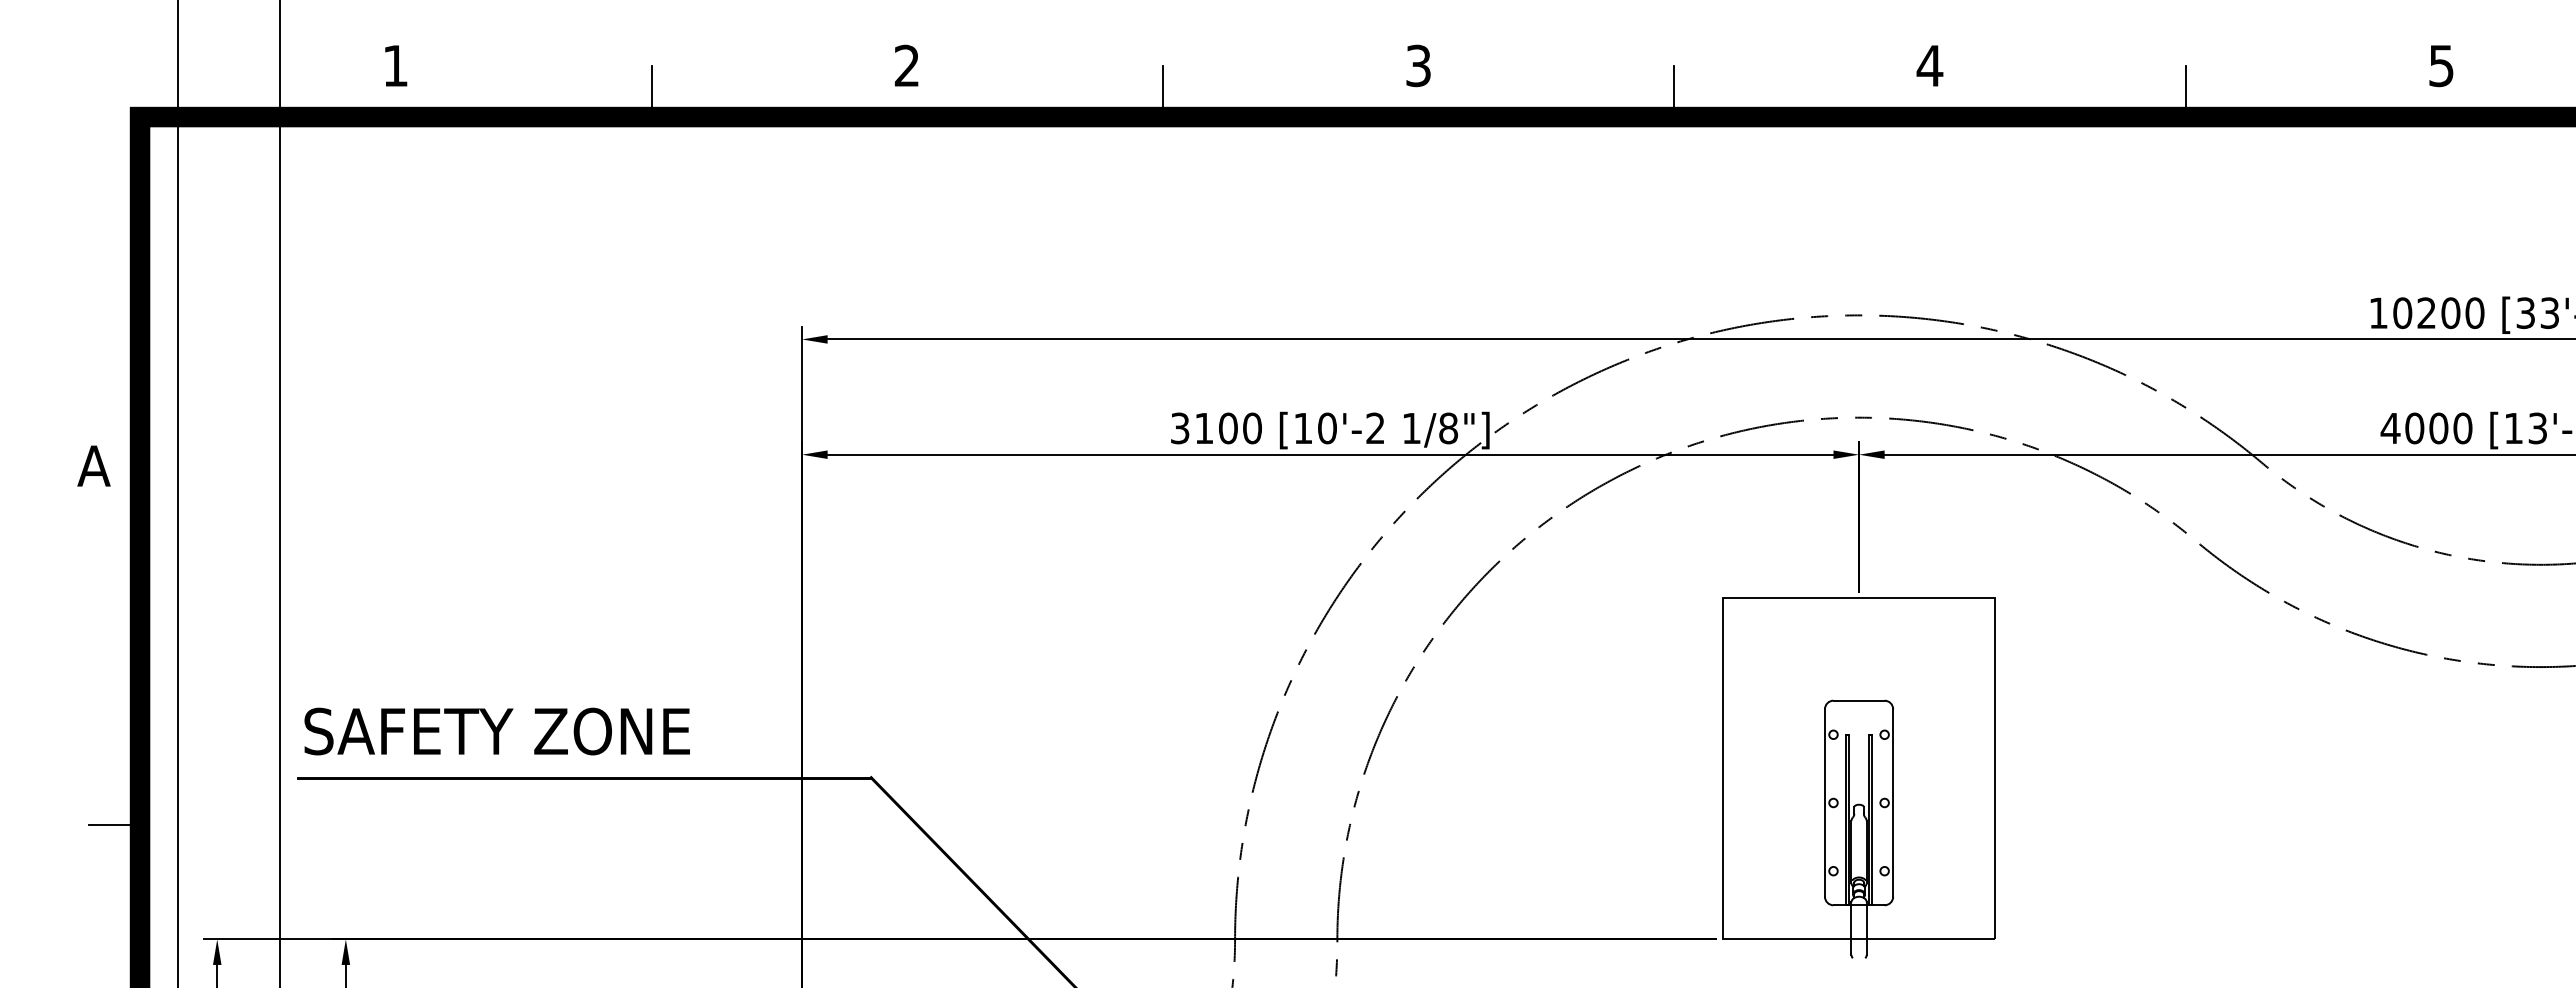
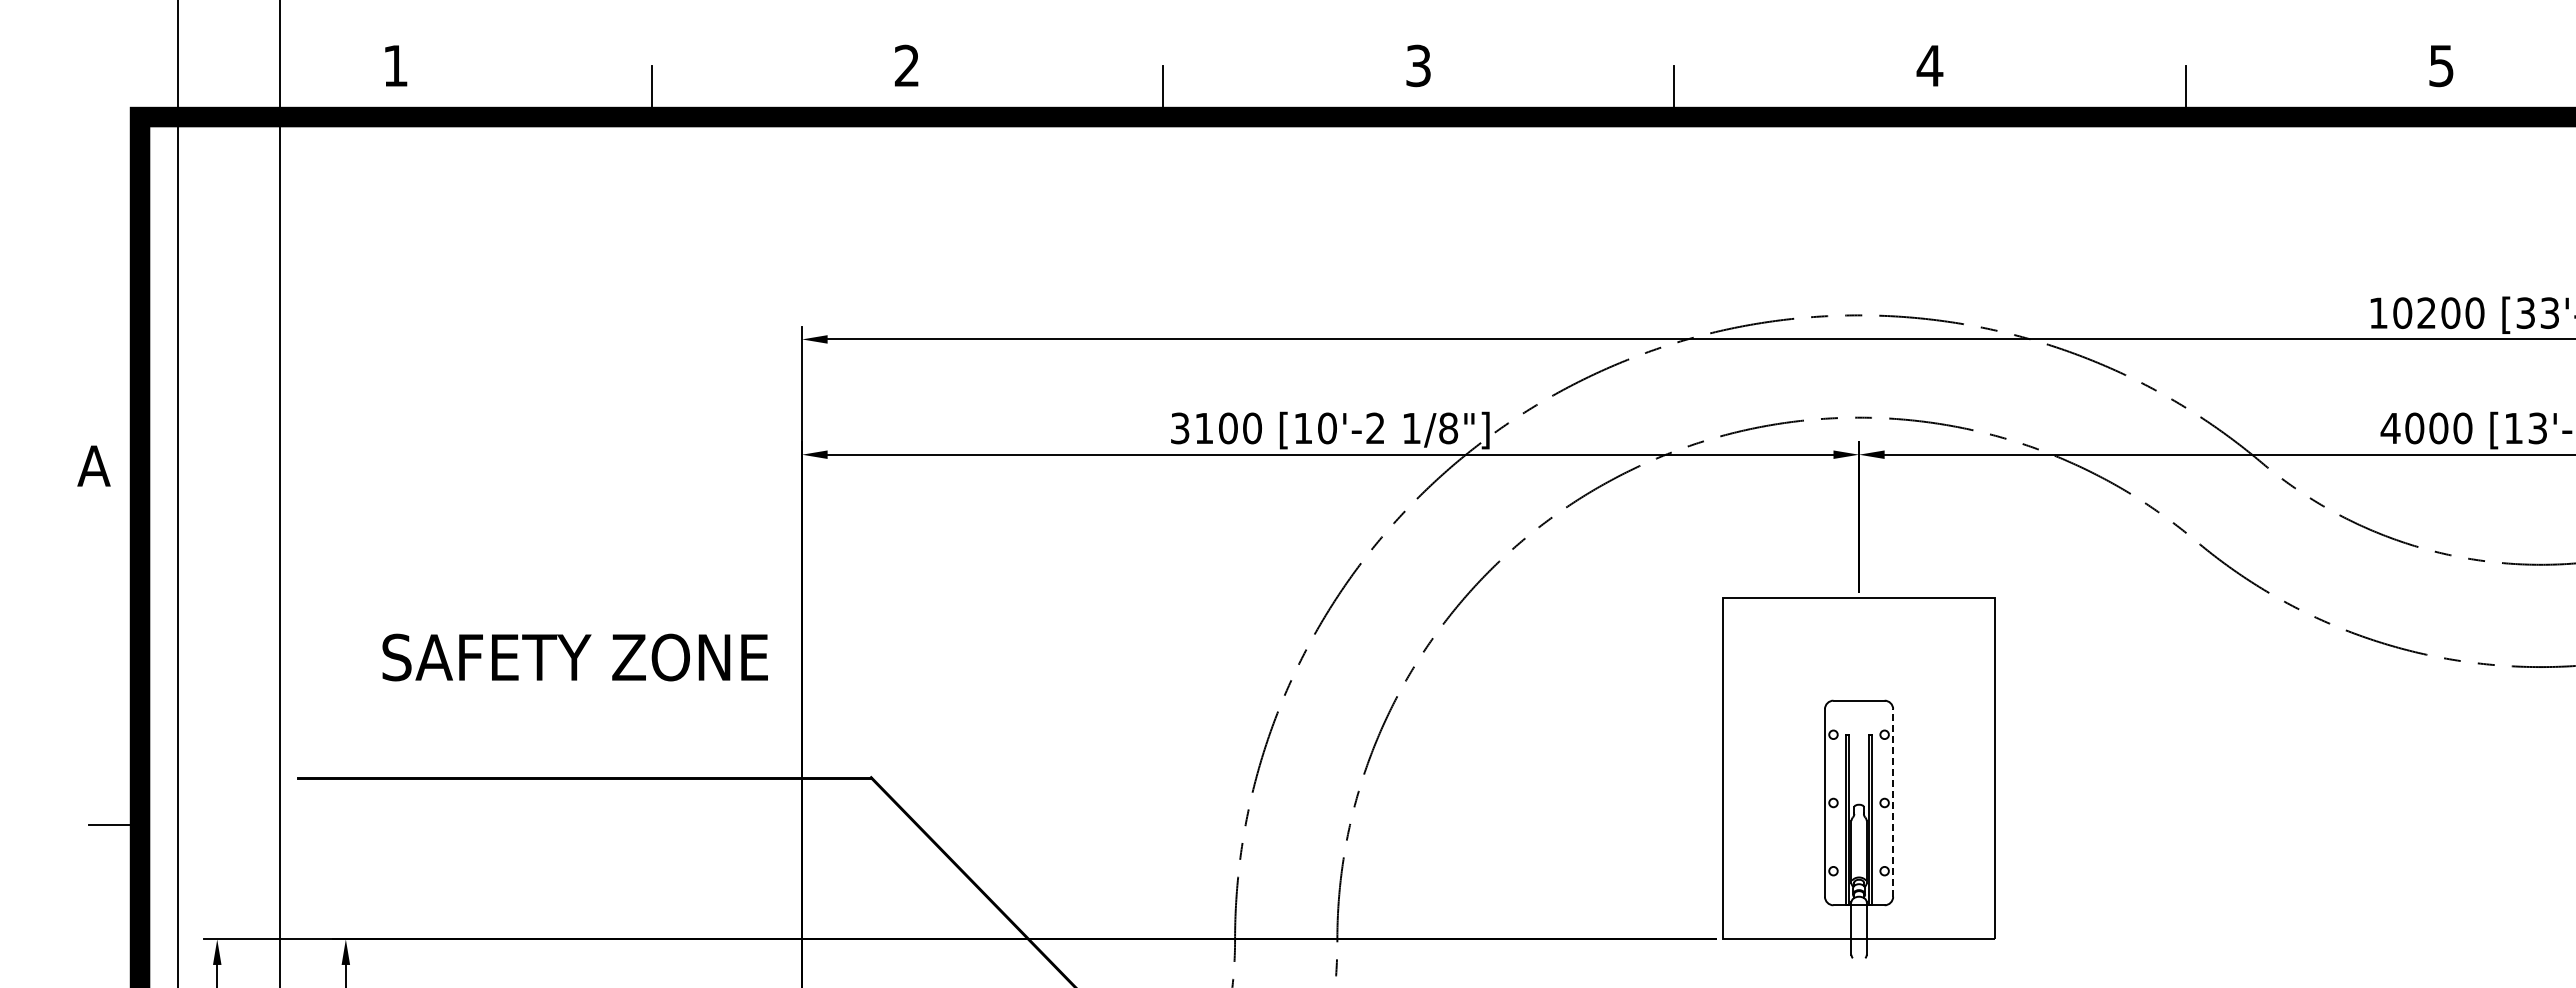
text at (496, 731) position: (496, 731) -> (574, 657)
line at (1893, 802): solid -> dashed
